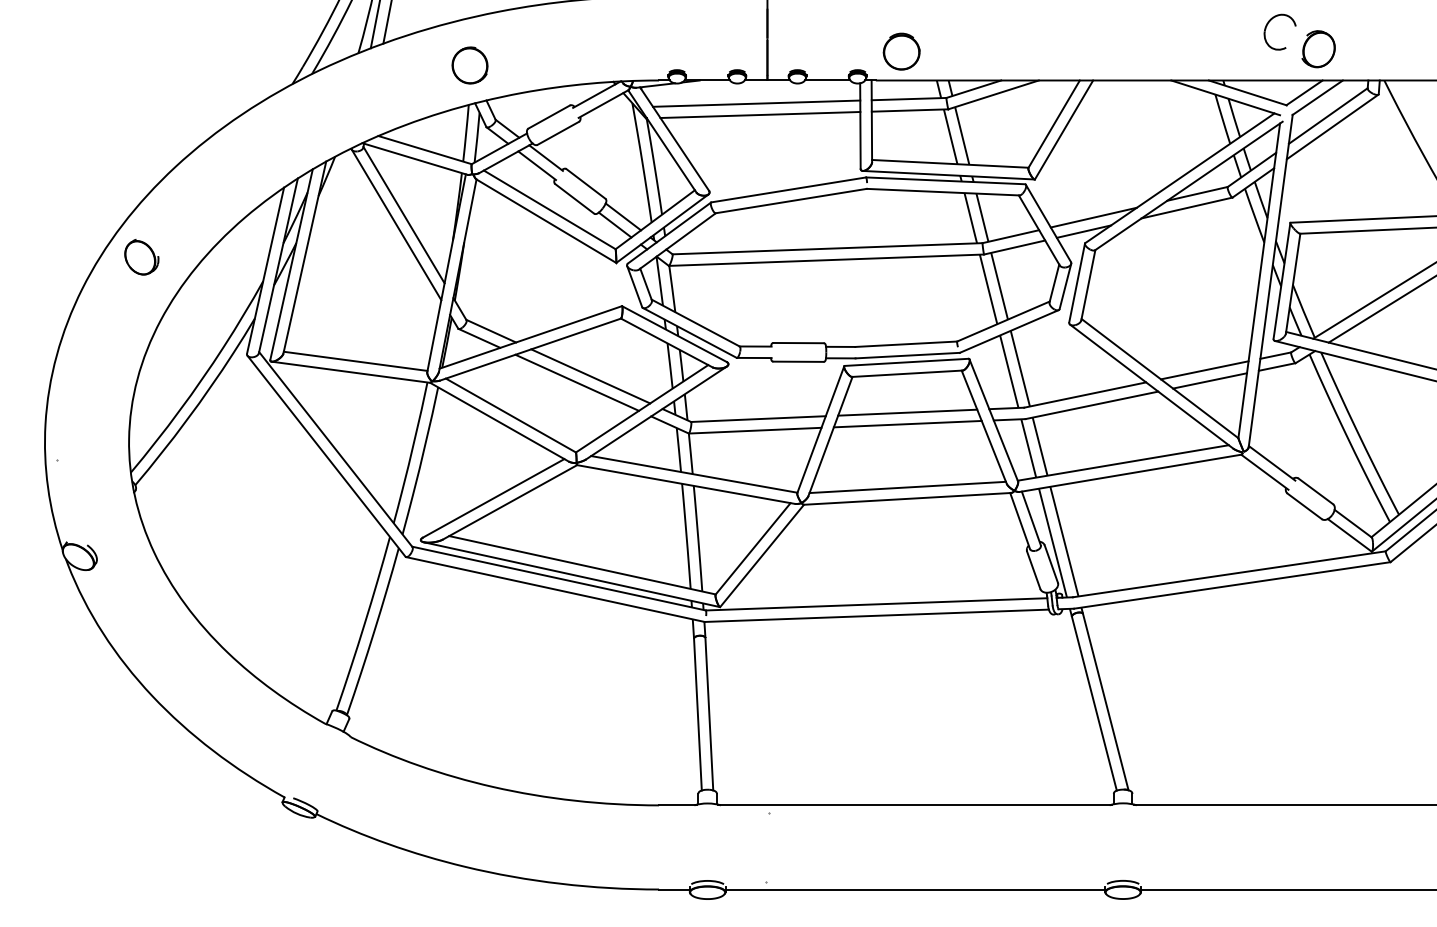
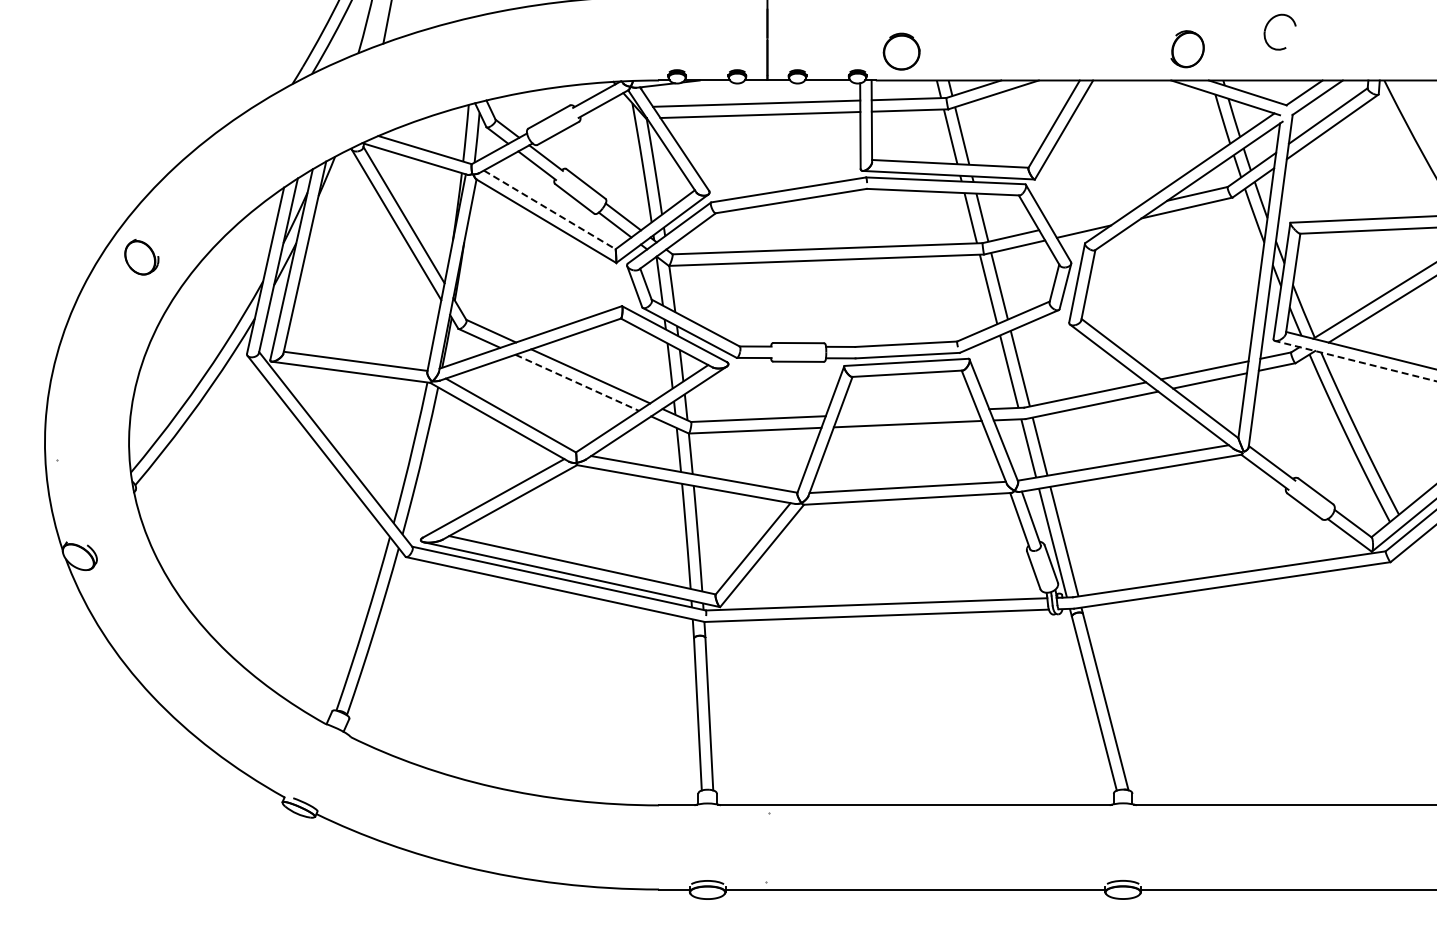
line at (374, 25): present -> none
part at (1318, 49) position: (1318, 49) -> (1187, 49)
part at (469, 65): present -> none
line at (549, 209): solid -> dashed
line at (1093, 217): present -> none
line at (1355, 361): solid -> dashed
line at (577, 382): solid -> dashed
line at (907, 412): present -> none
